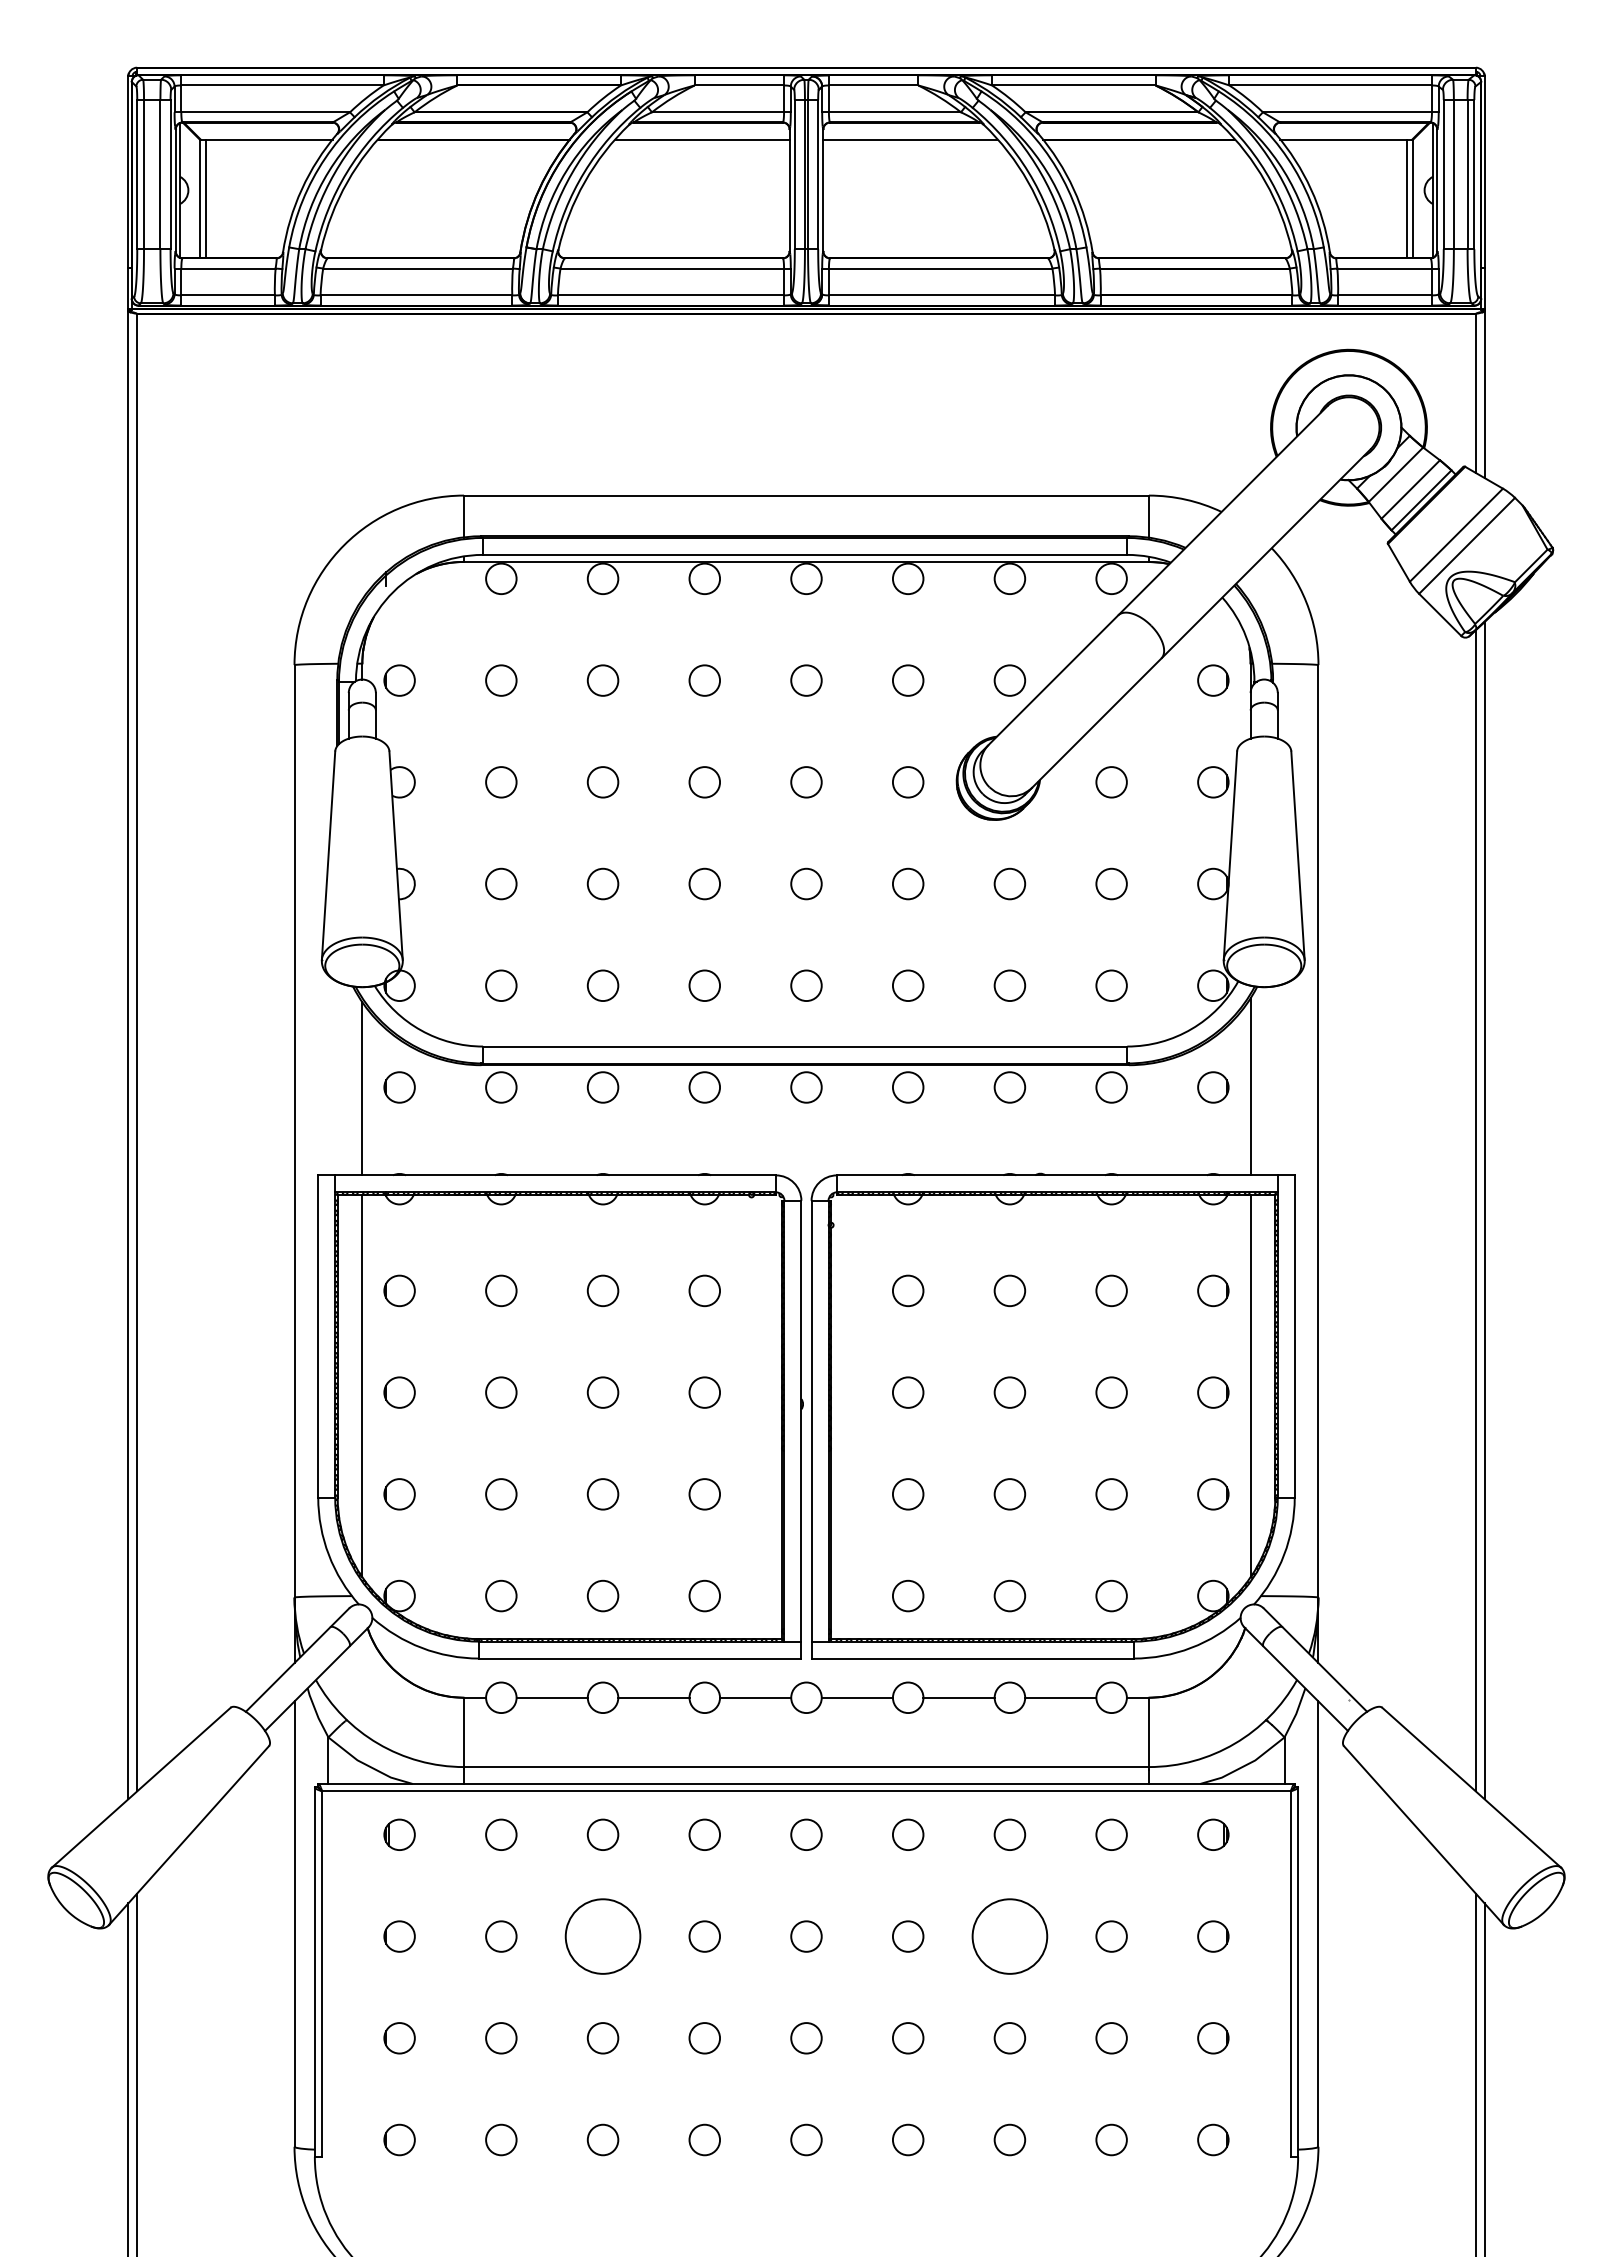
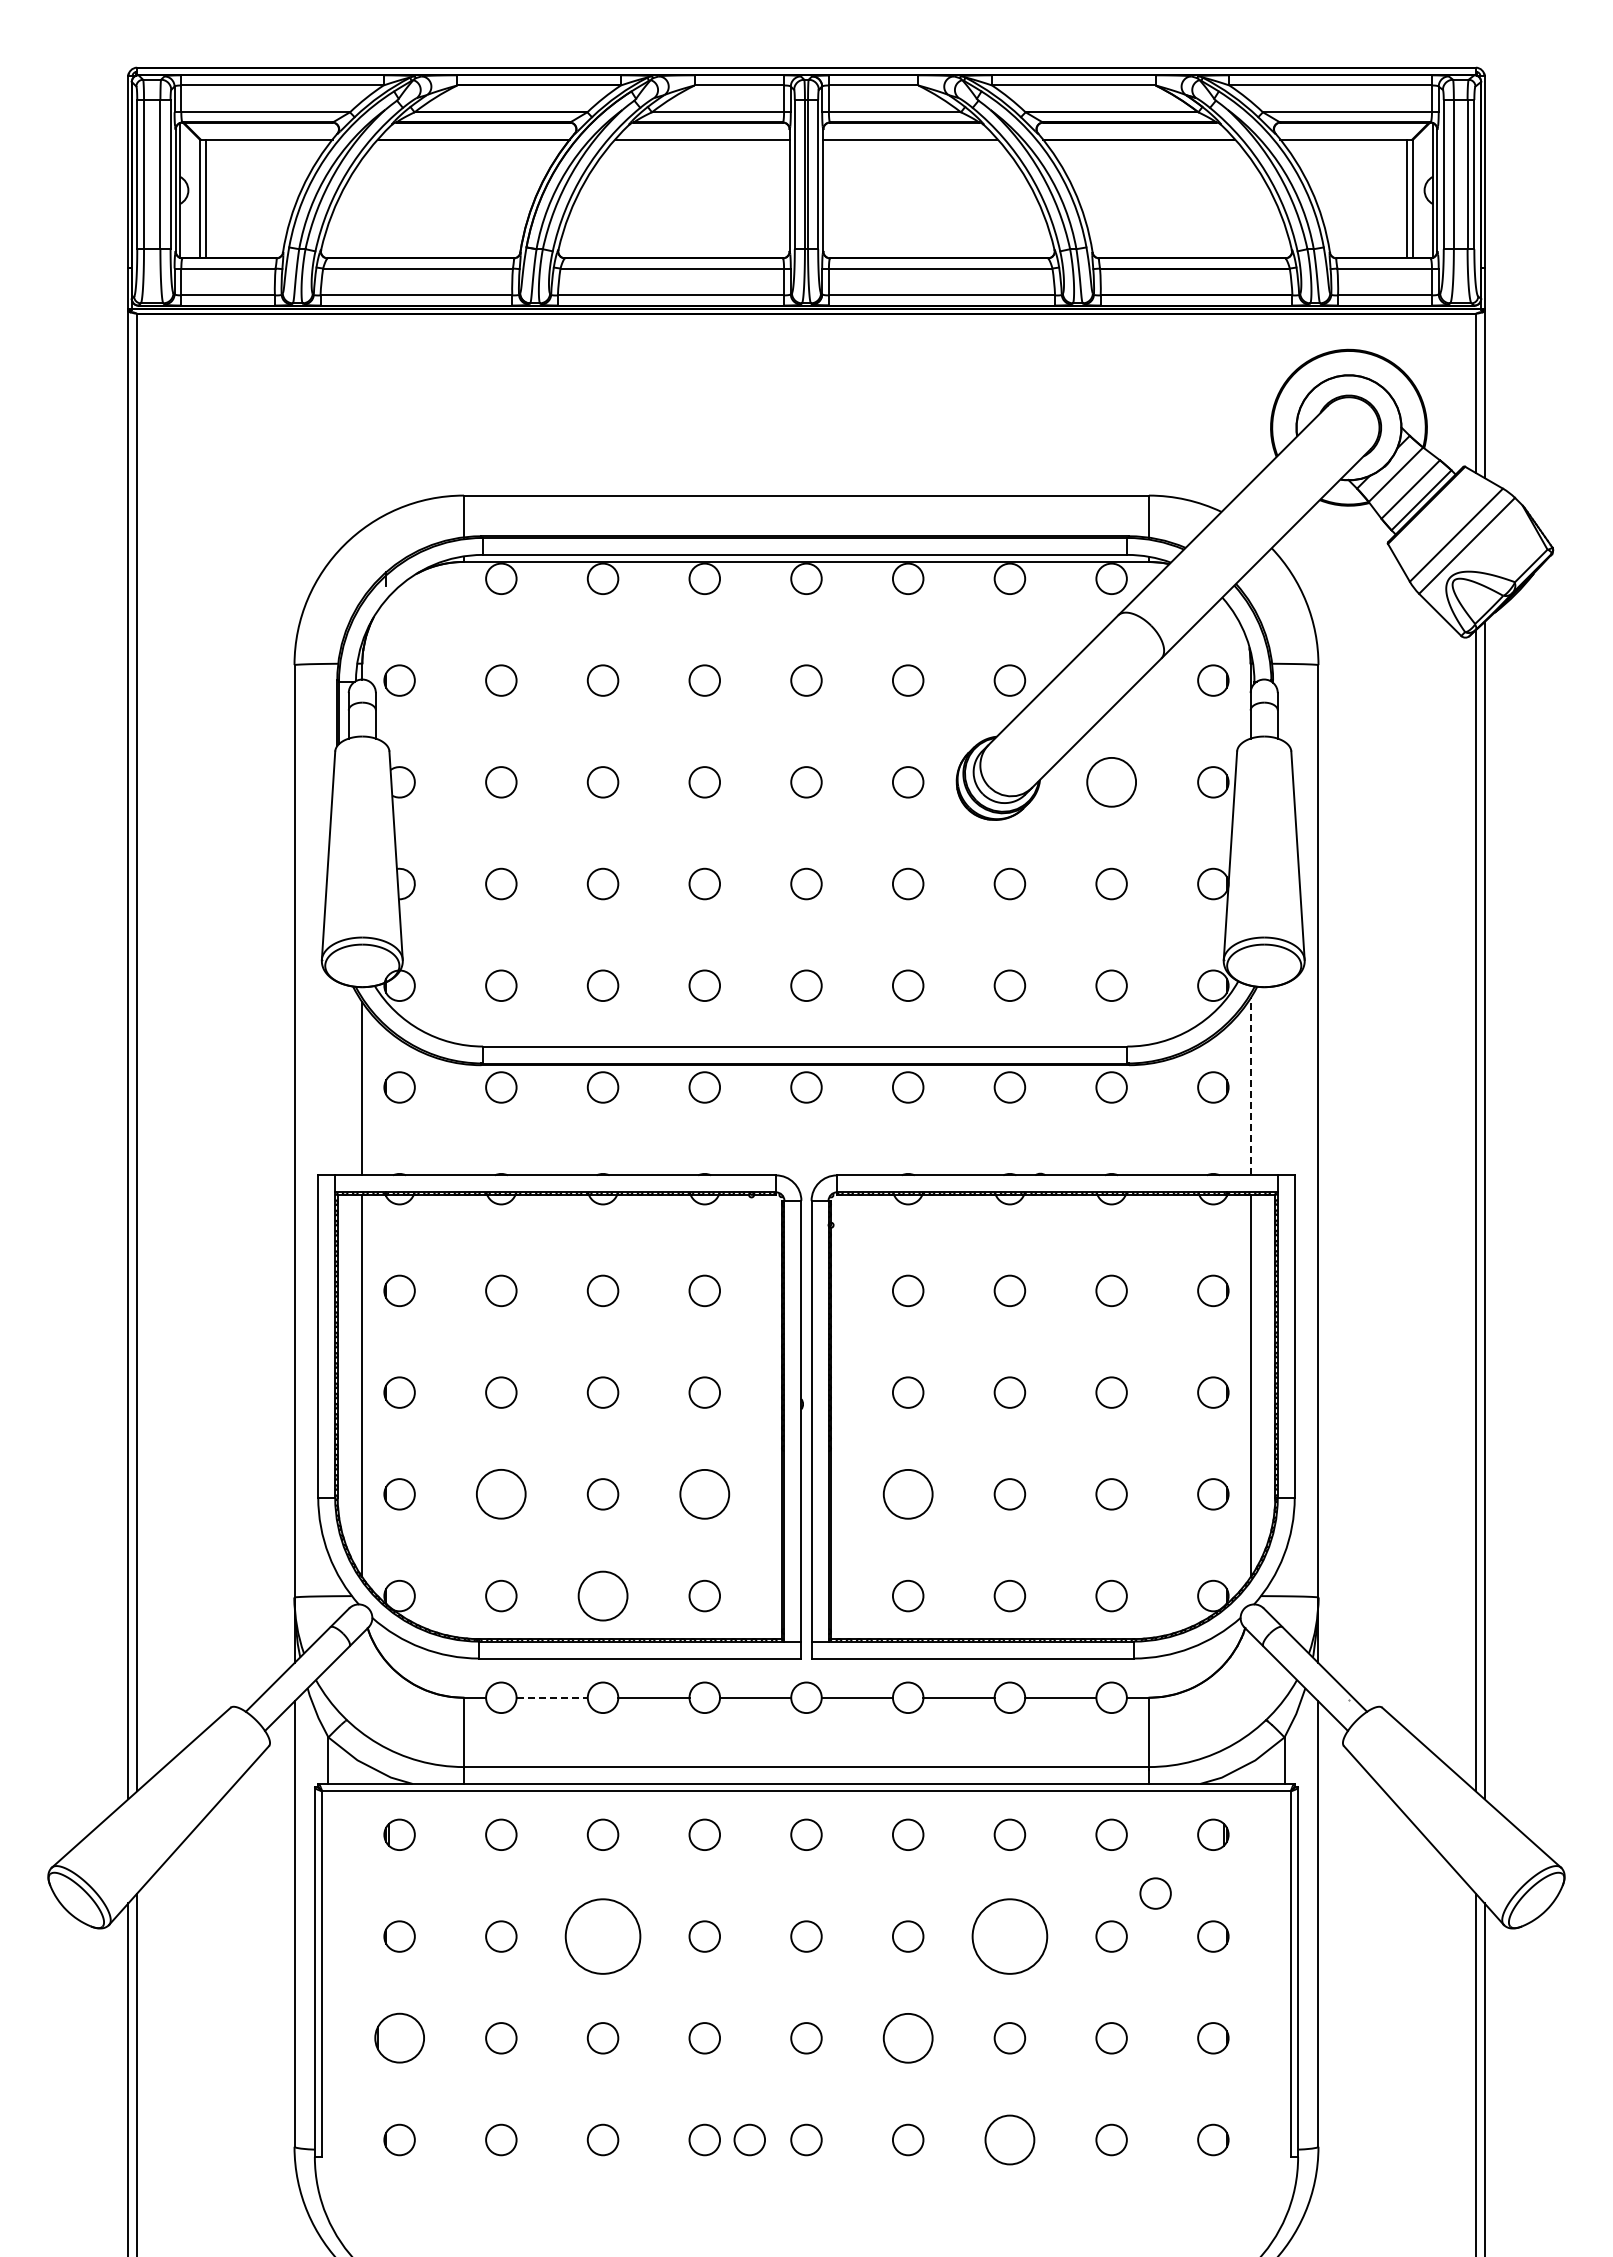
circle at (1111, 782) diameter: 31 px -> 49 px
line at (1250, 1086): solid -> dashed
circle at (501, 1494) size: 33x33 px -> 51x51 px
circle at (704, 1494) diameter: 31 px -> 49 px
circle at (907, 1494) diameter: 31 px -> 49 px
circle at (602, 1595) size: 34x34 px -> 52x52 px
line at (552, 1697): solid -> dashed
circle at (1155, 1893): none -> present
circle at (399, 2038) size: 33x33 px -> 51x52 px
circle at (907, 2038) diameter: 31 px -> 49 px
circle at (749, 2139): none -> present
circle at (1009, 2139) diameter: 31 px -> 49 px
